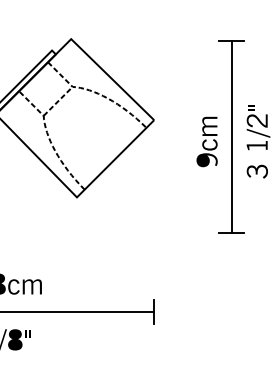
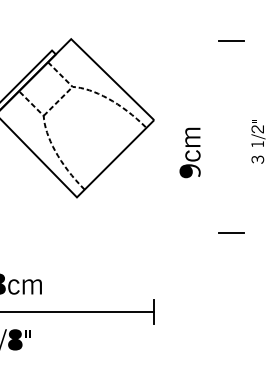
line at (231, 136): present -> none
part at (206, 141) position: (206, 141) -> (189, 152)
part at (258, 141) size: 25x74 px -> 15x44 px
